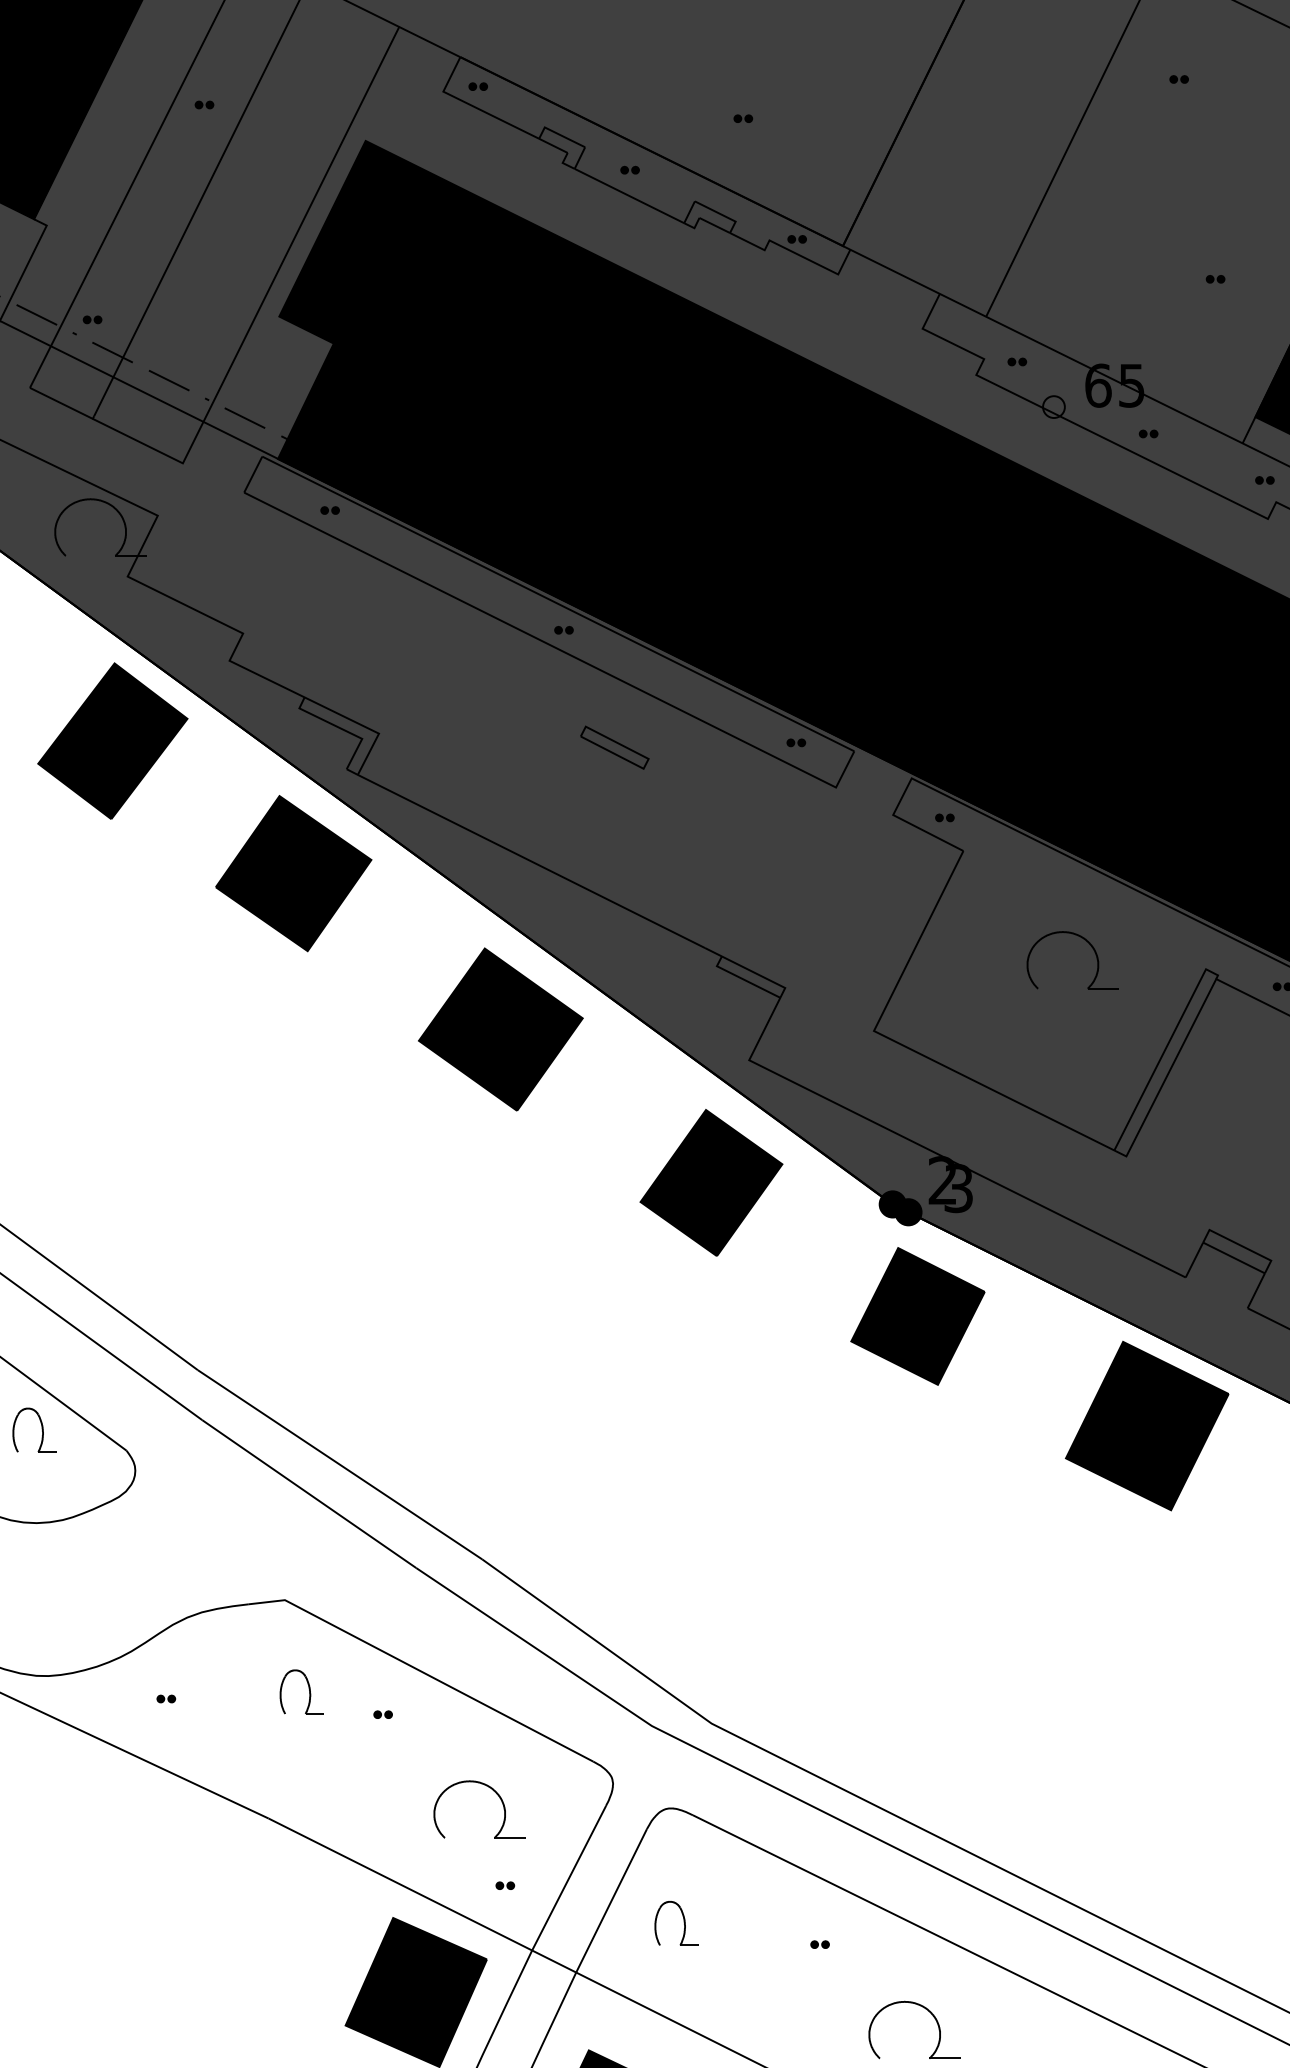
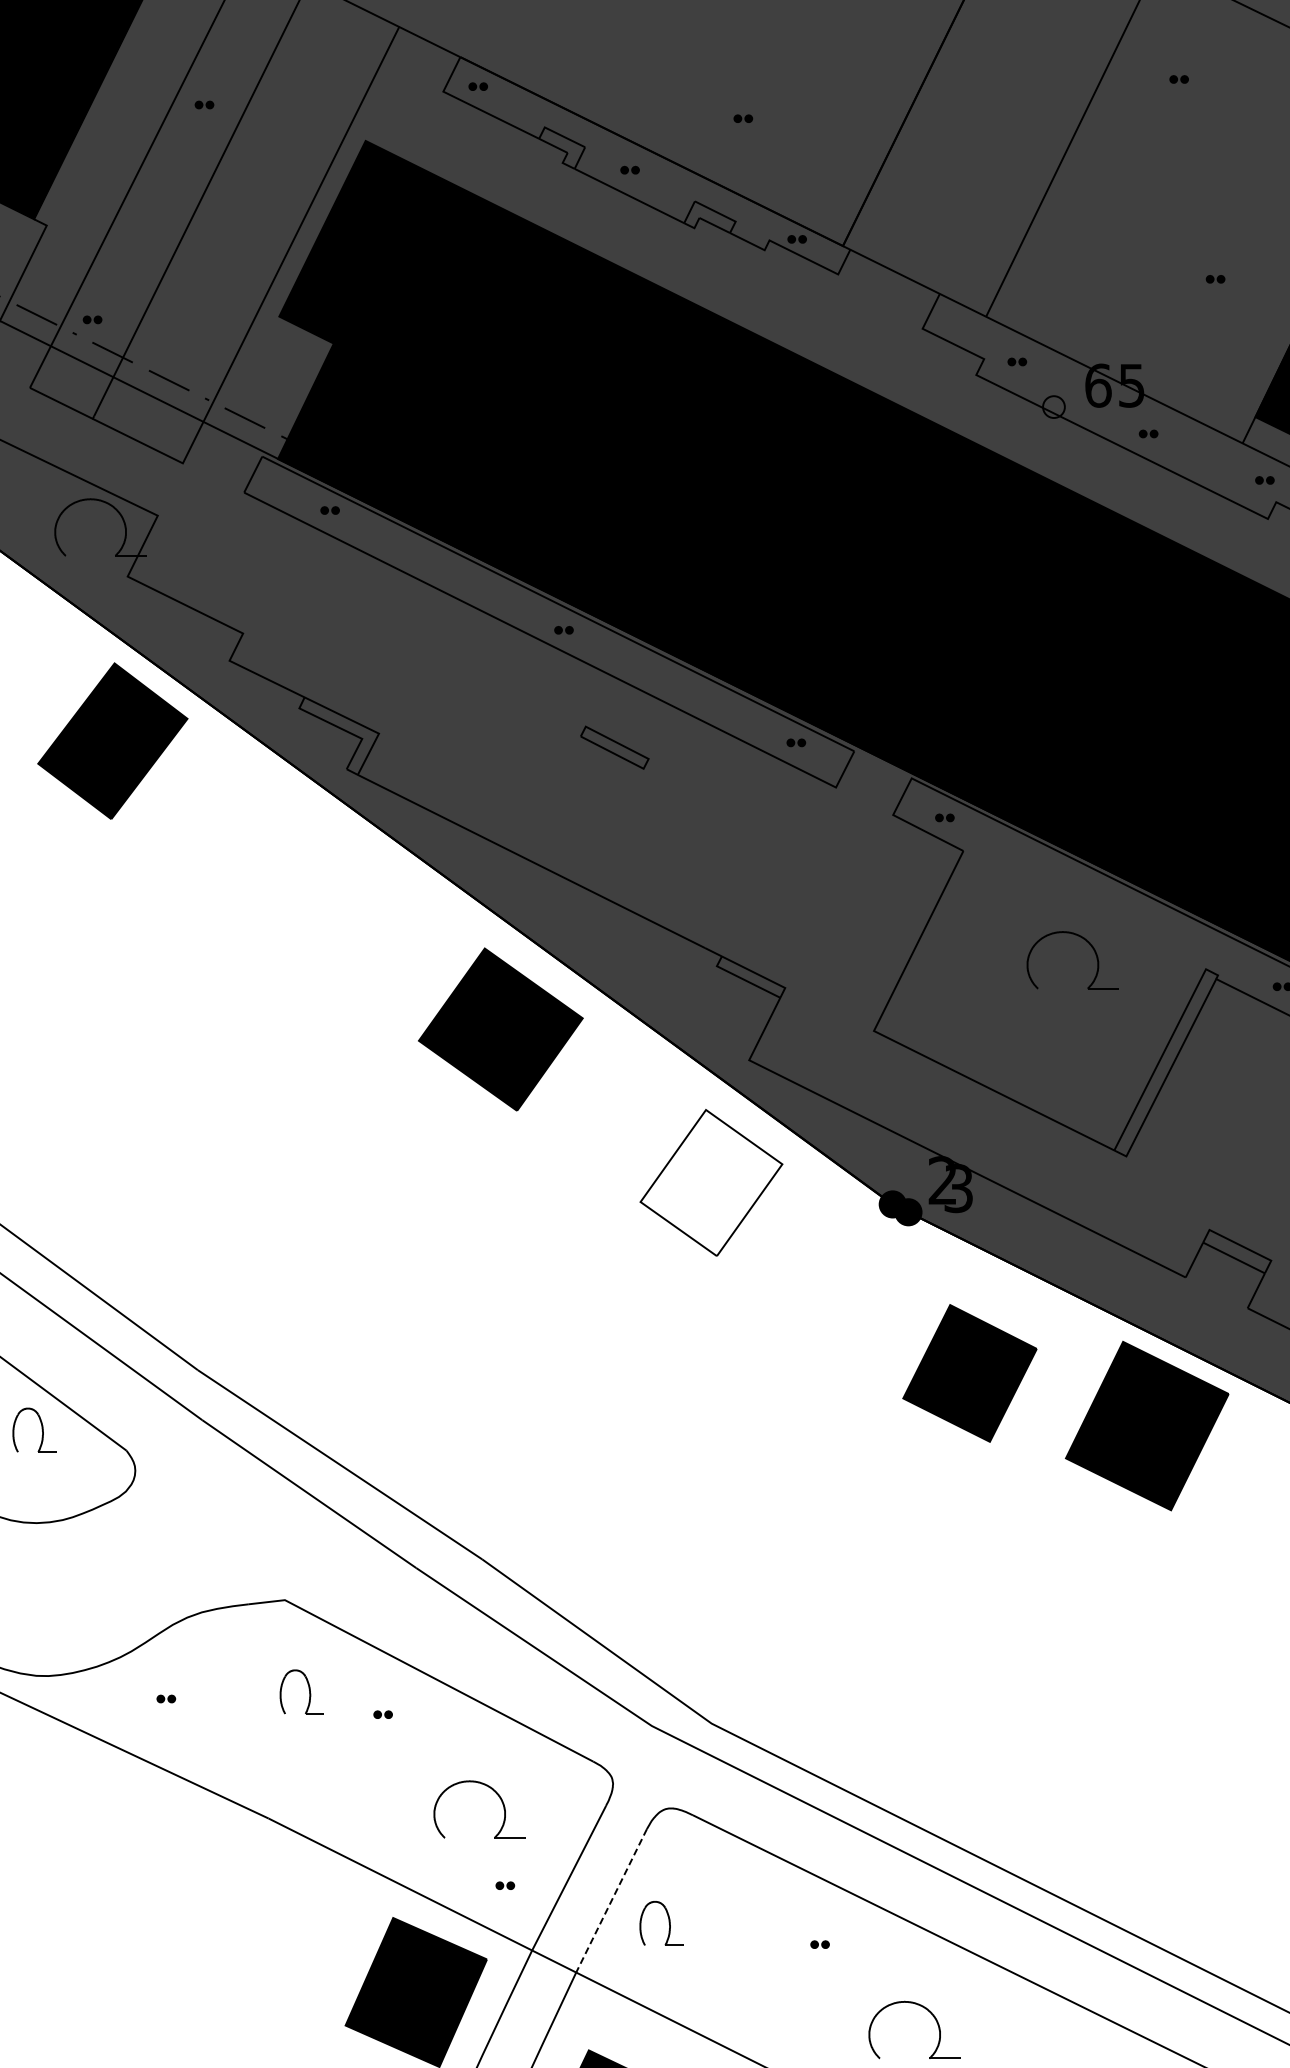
part at (293, 873): present -> none
fill at (711, 1182): present -> none
part at (917, 1316) position: (917, 1316) -> (969, 1373)
line at (611, 1900): solid -> dashed
part at (683, 1922) position: (683, 1922) -> (668, 1922)
